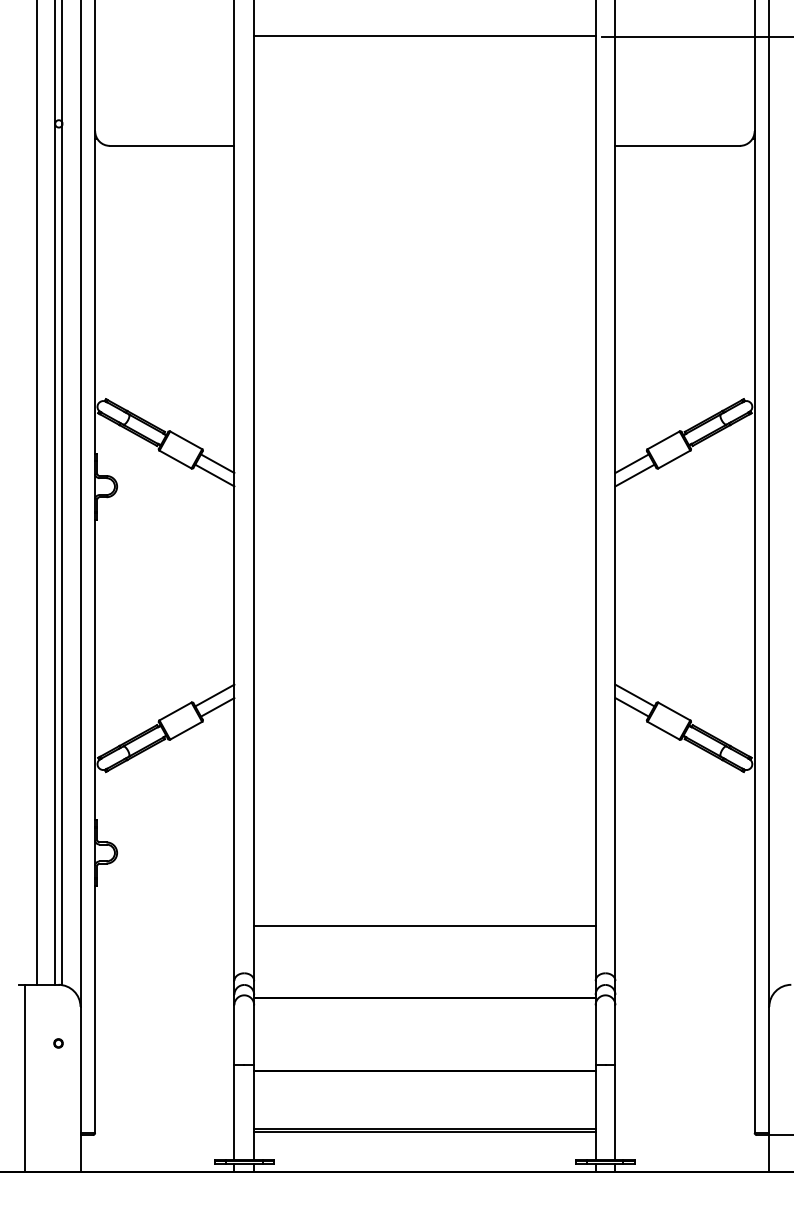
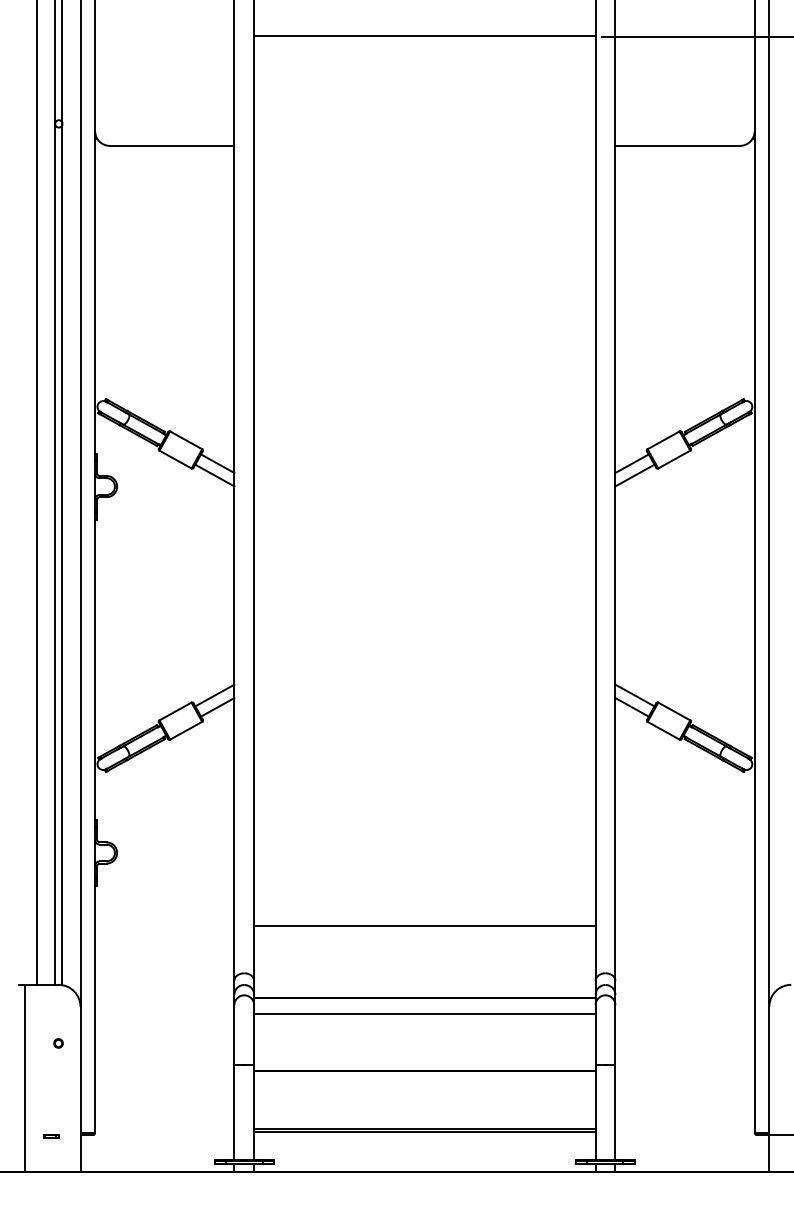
line at (424, 1013): none -> present
part at (51, 1136): none -> present
